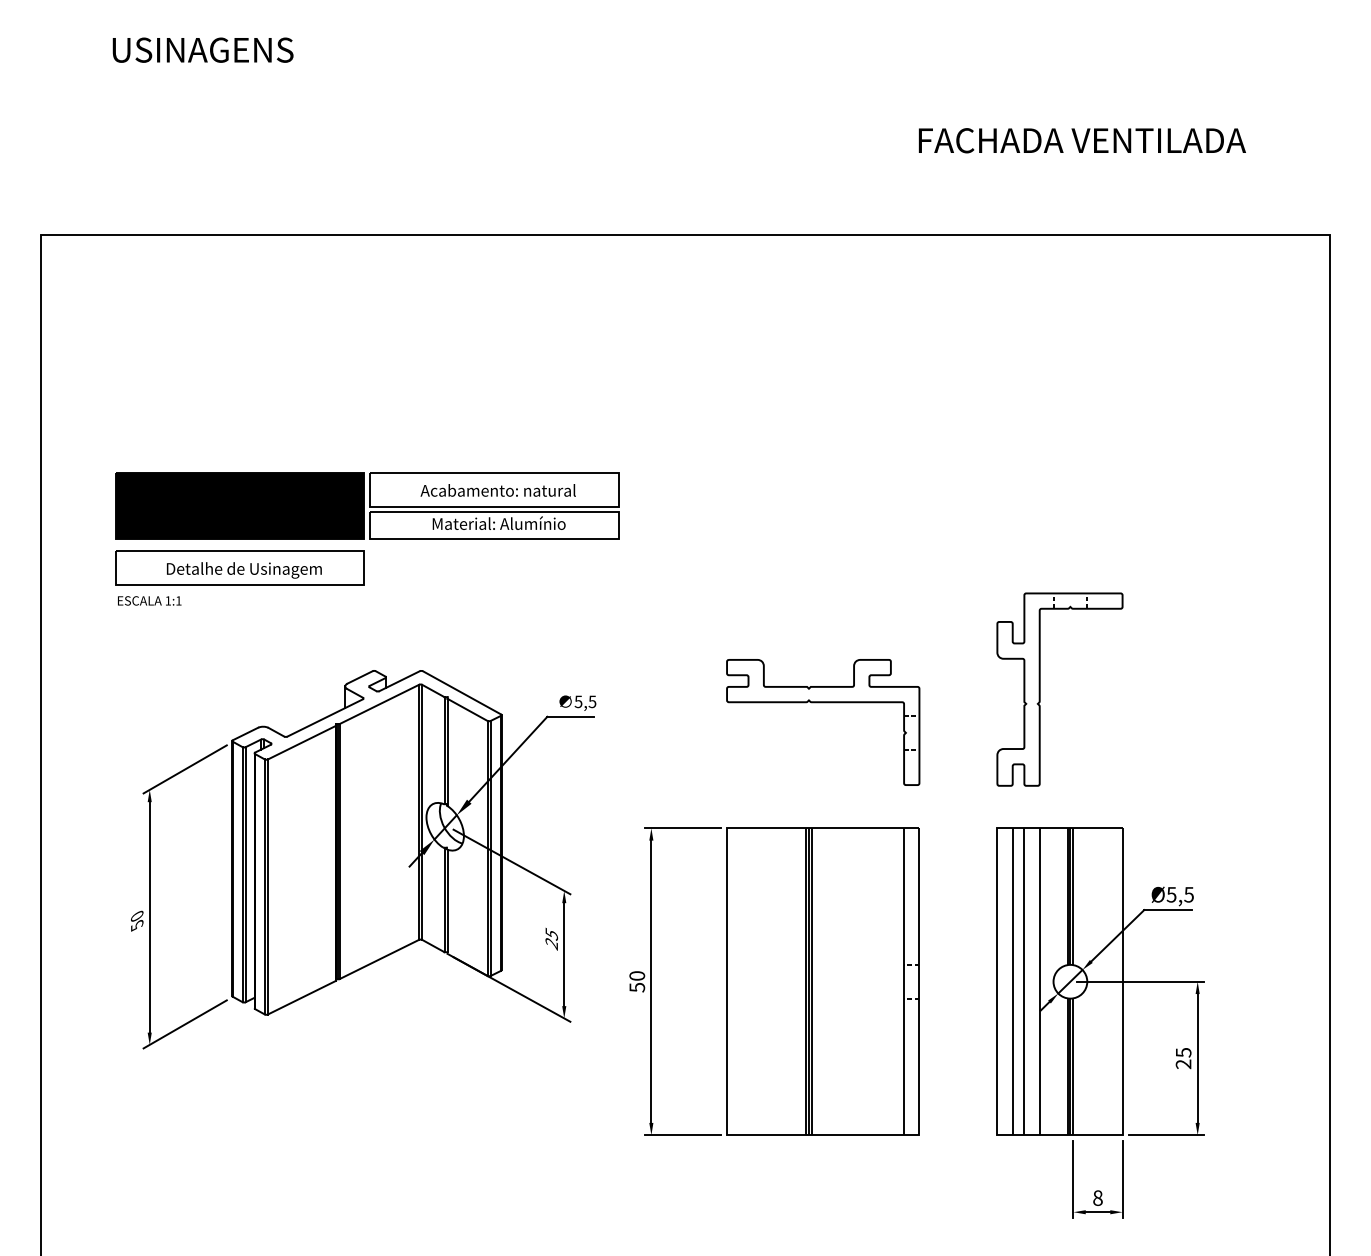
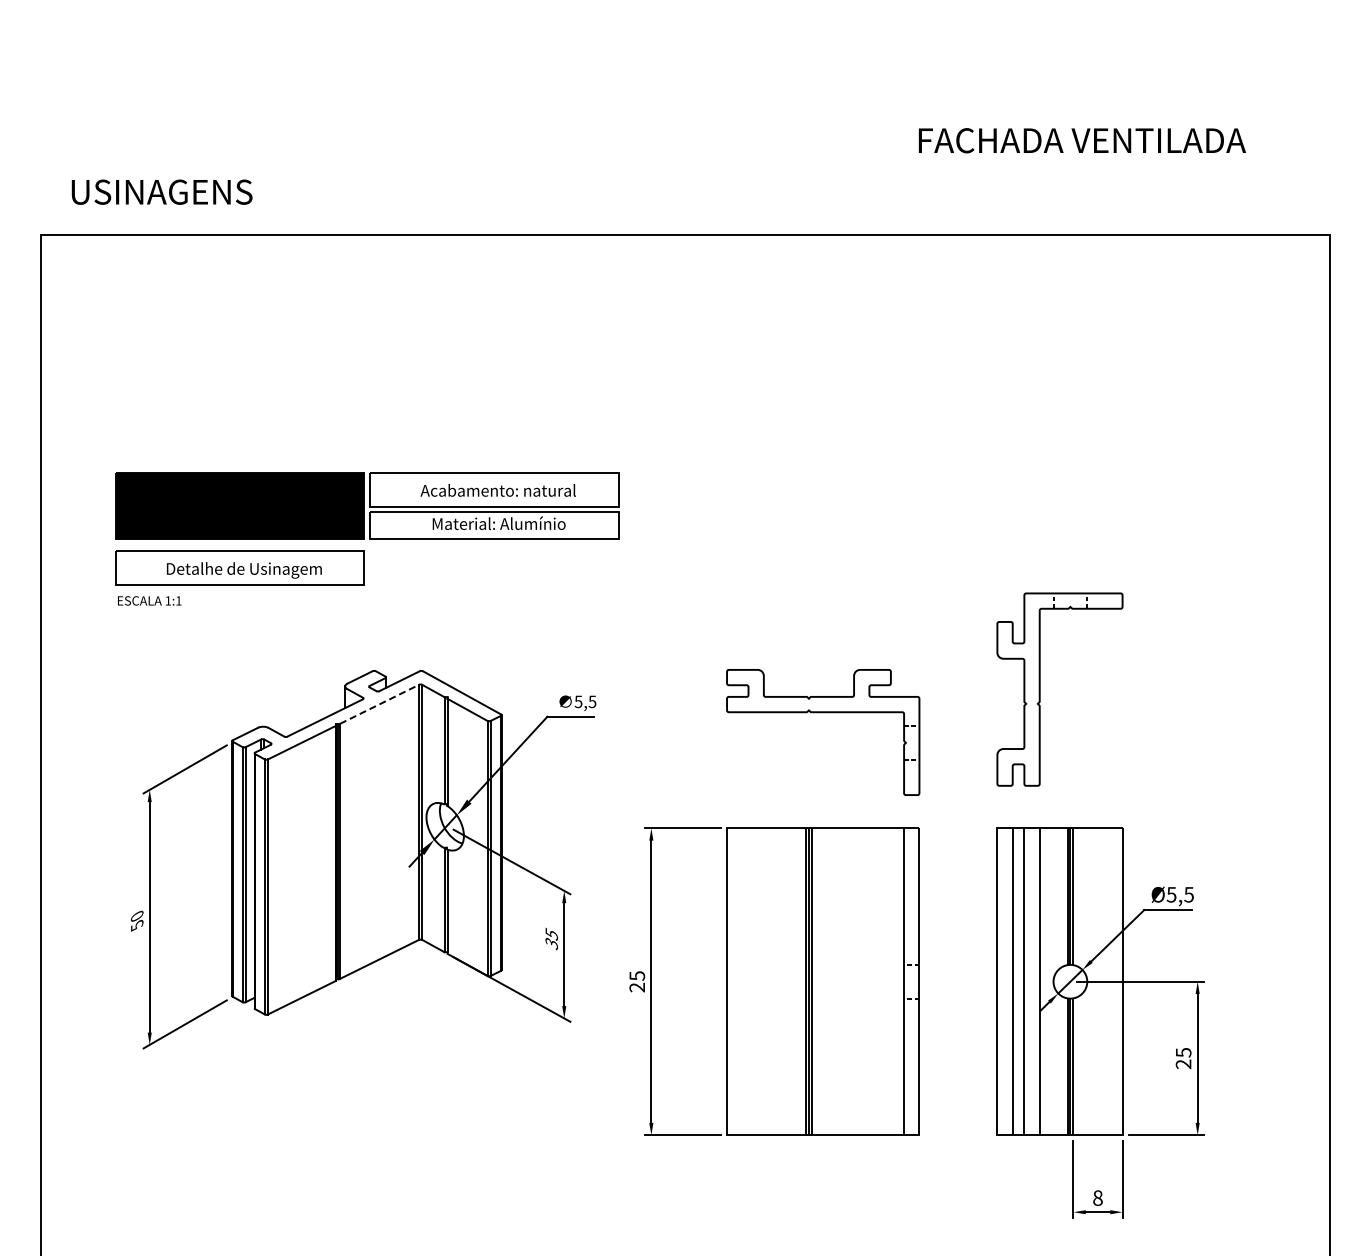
text at (202, 49) position: (202, 49) -> (161, 191)
part at (823, 703) position: (823, 703) -> (823, 713)
line at (380, 704): solid -> dashed
text at (552, 944): 25 -> 35
text at (637, 981): 50 -> 25
